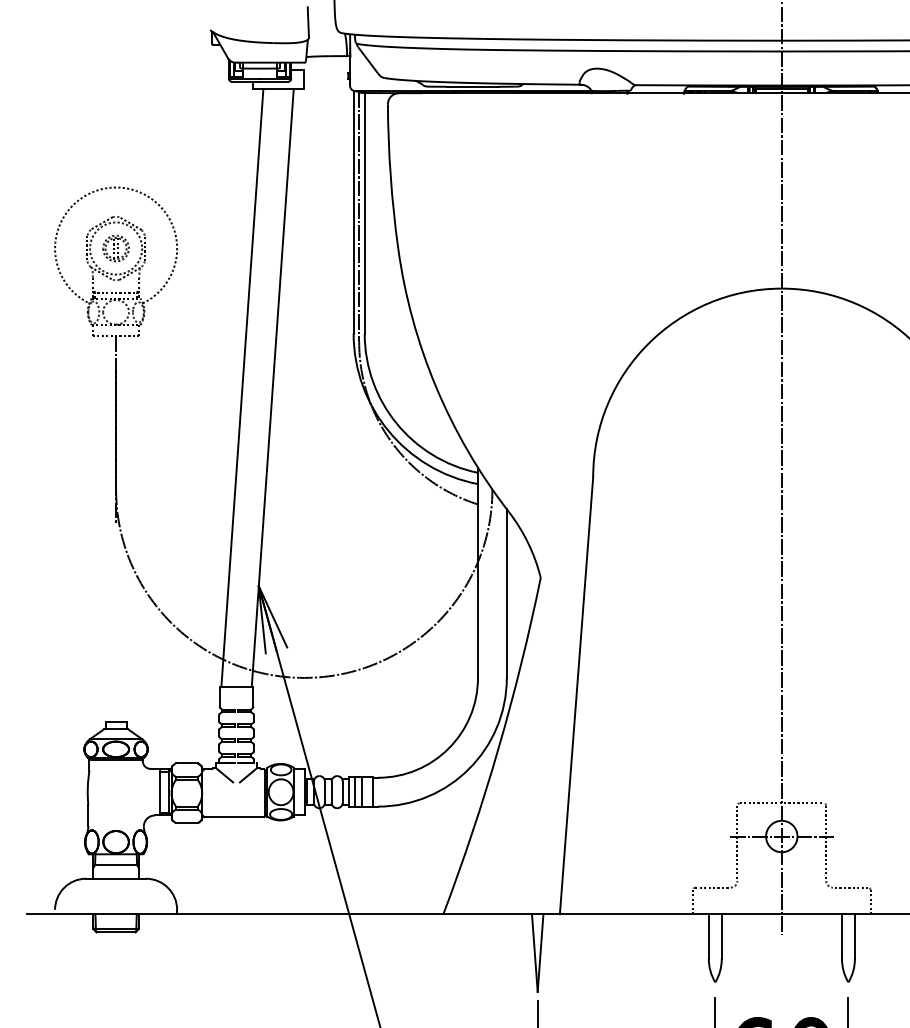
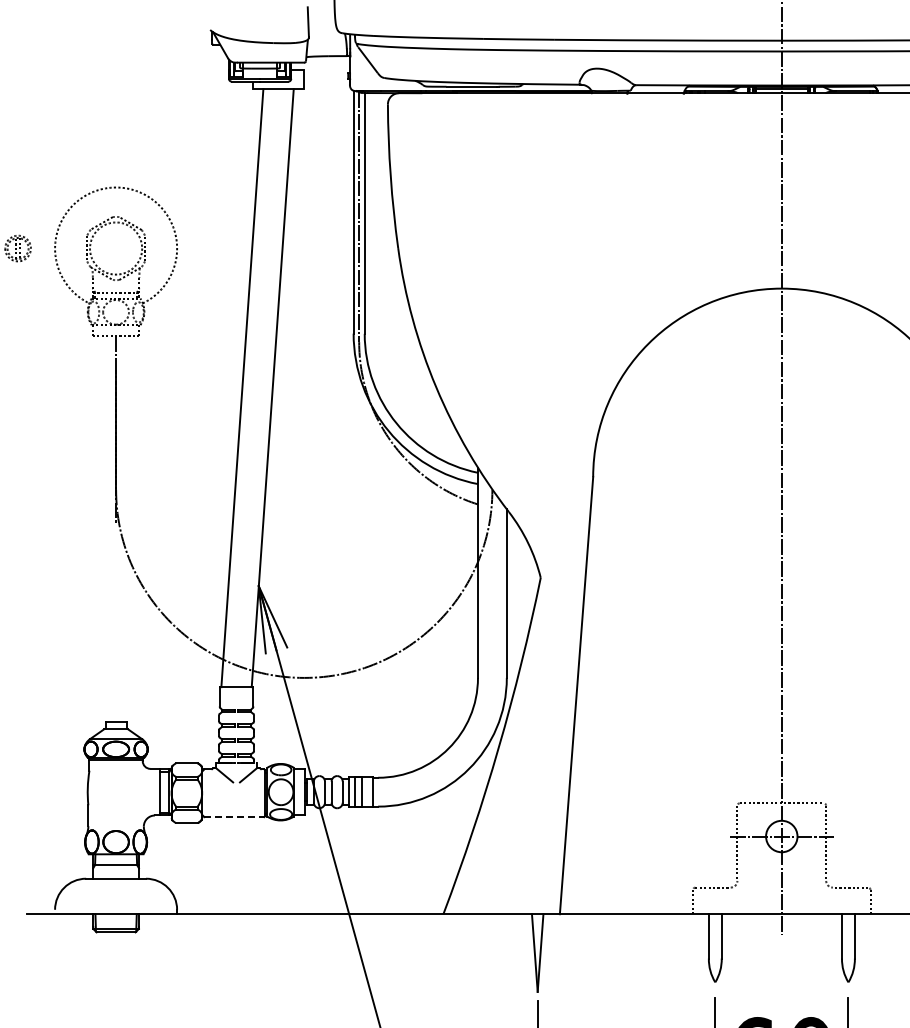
part at (115, 248) position: (115, 248) -> (17, 248)
line at (234, 817): solid -> dashed
